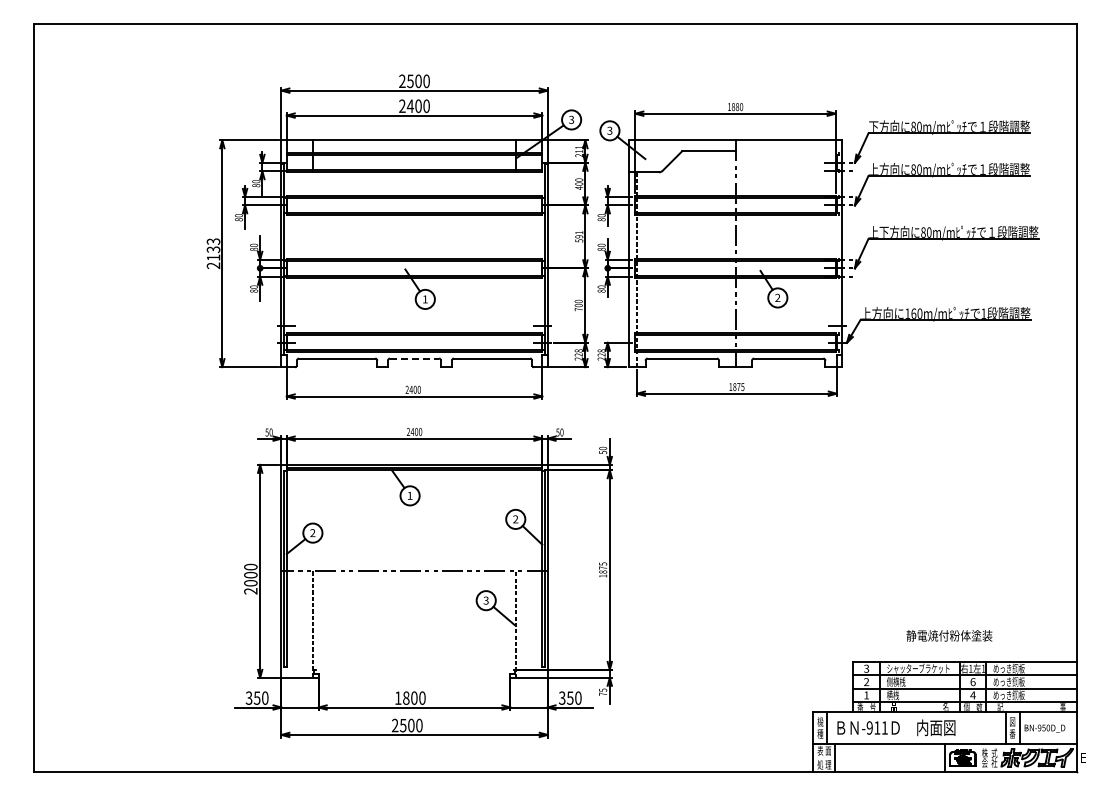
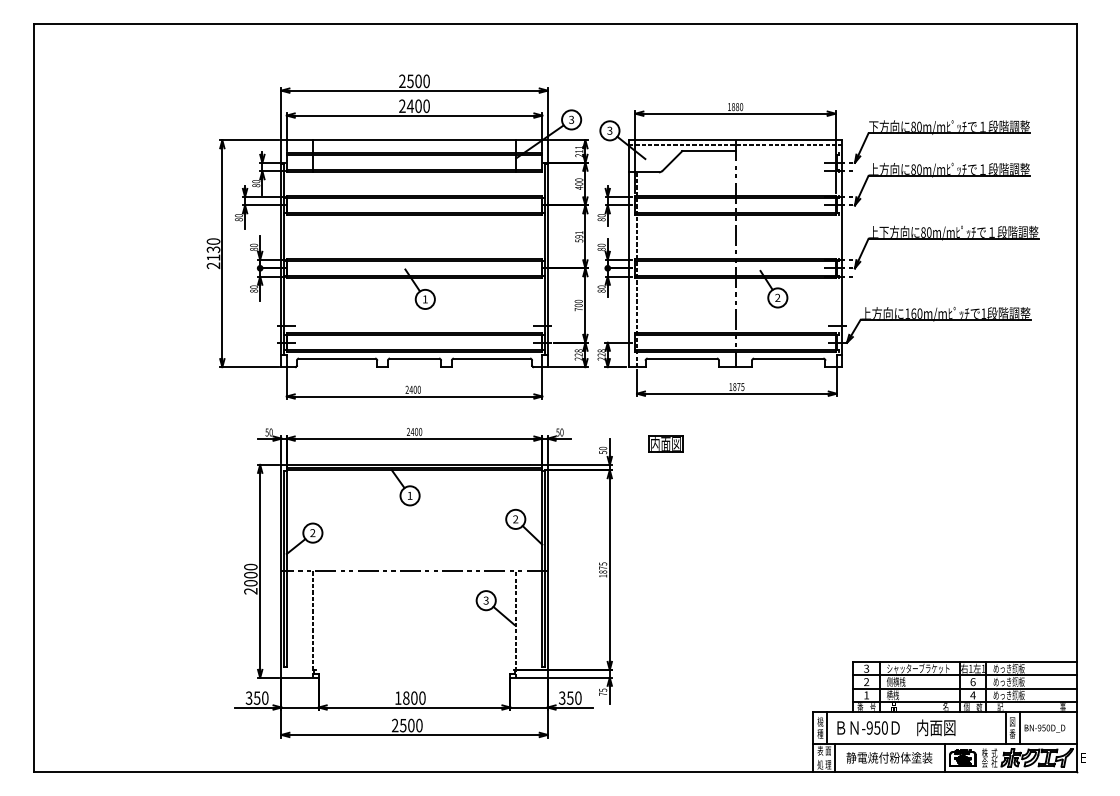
line at (735, 145): none -> present
text at (213, 241): 2133 -> 2130
line at (415, 358): dashed -> solid
part at (665, 443): none -> present
text at (949, 635) position: (949, 635) -> (889, 757)
text at (880, 727): -911 -> -950
